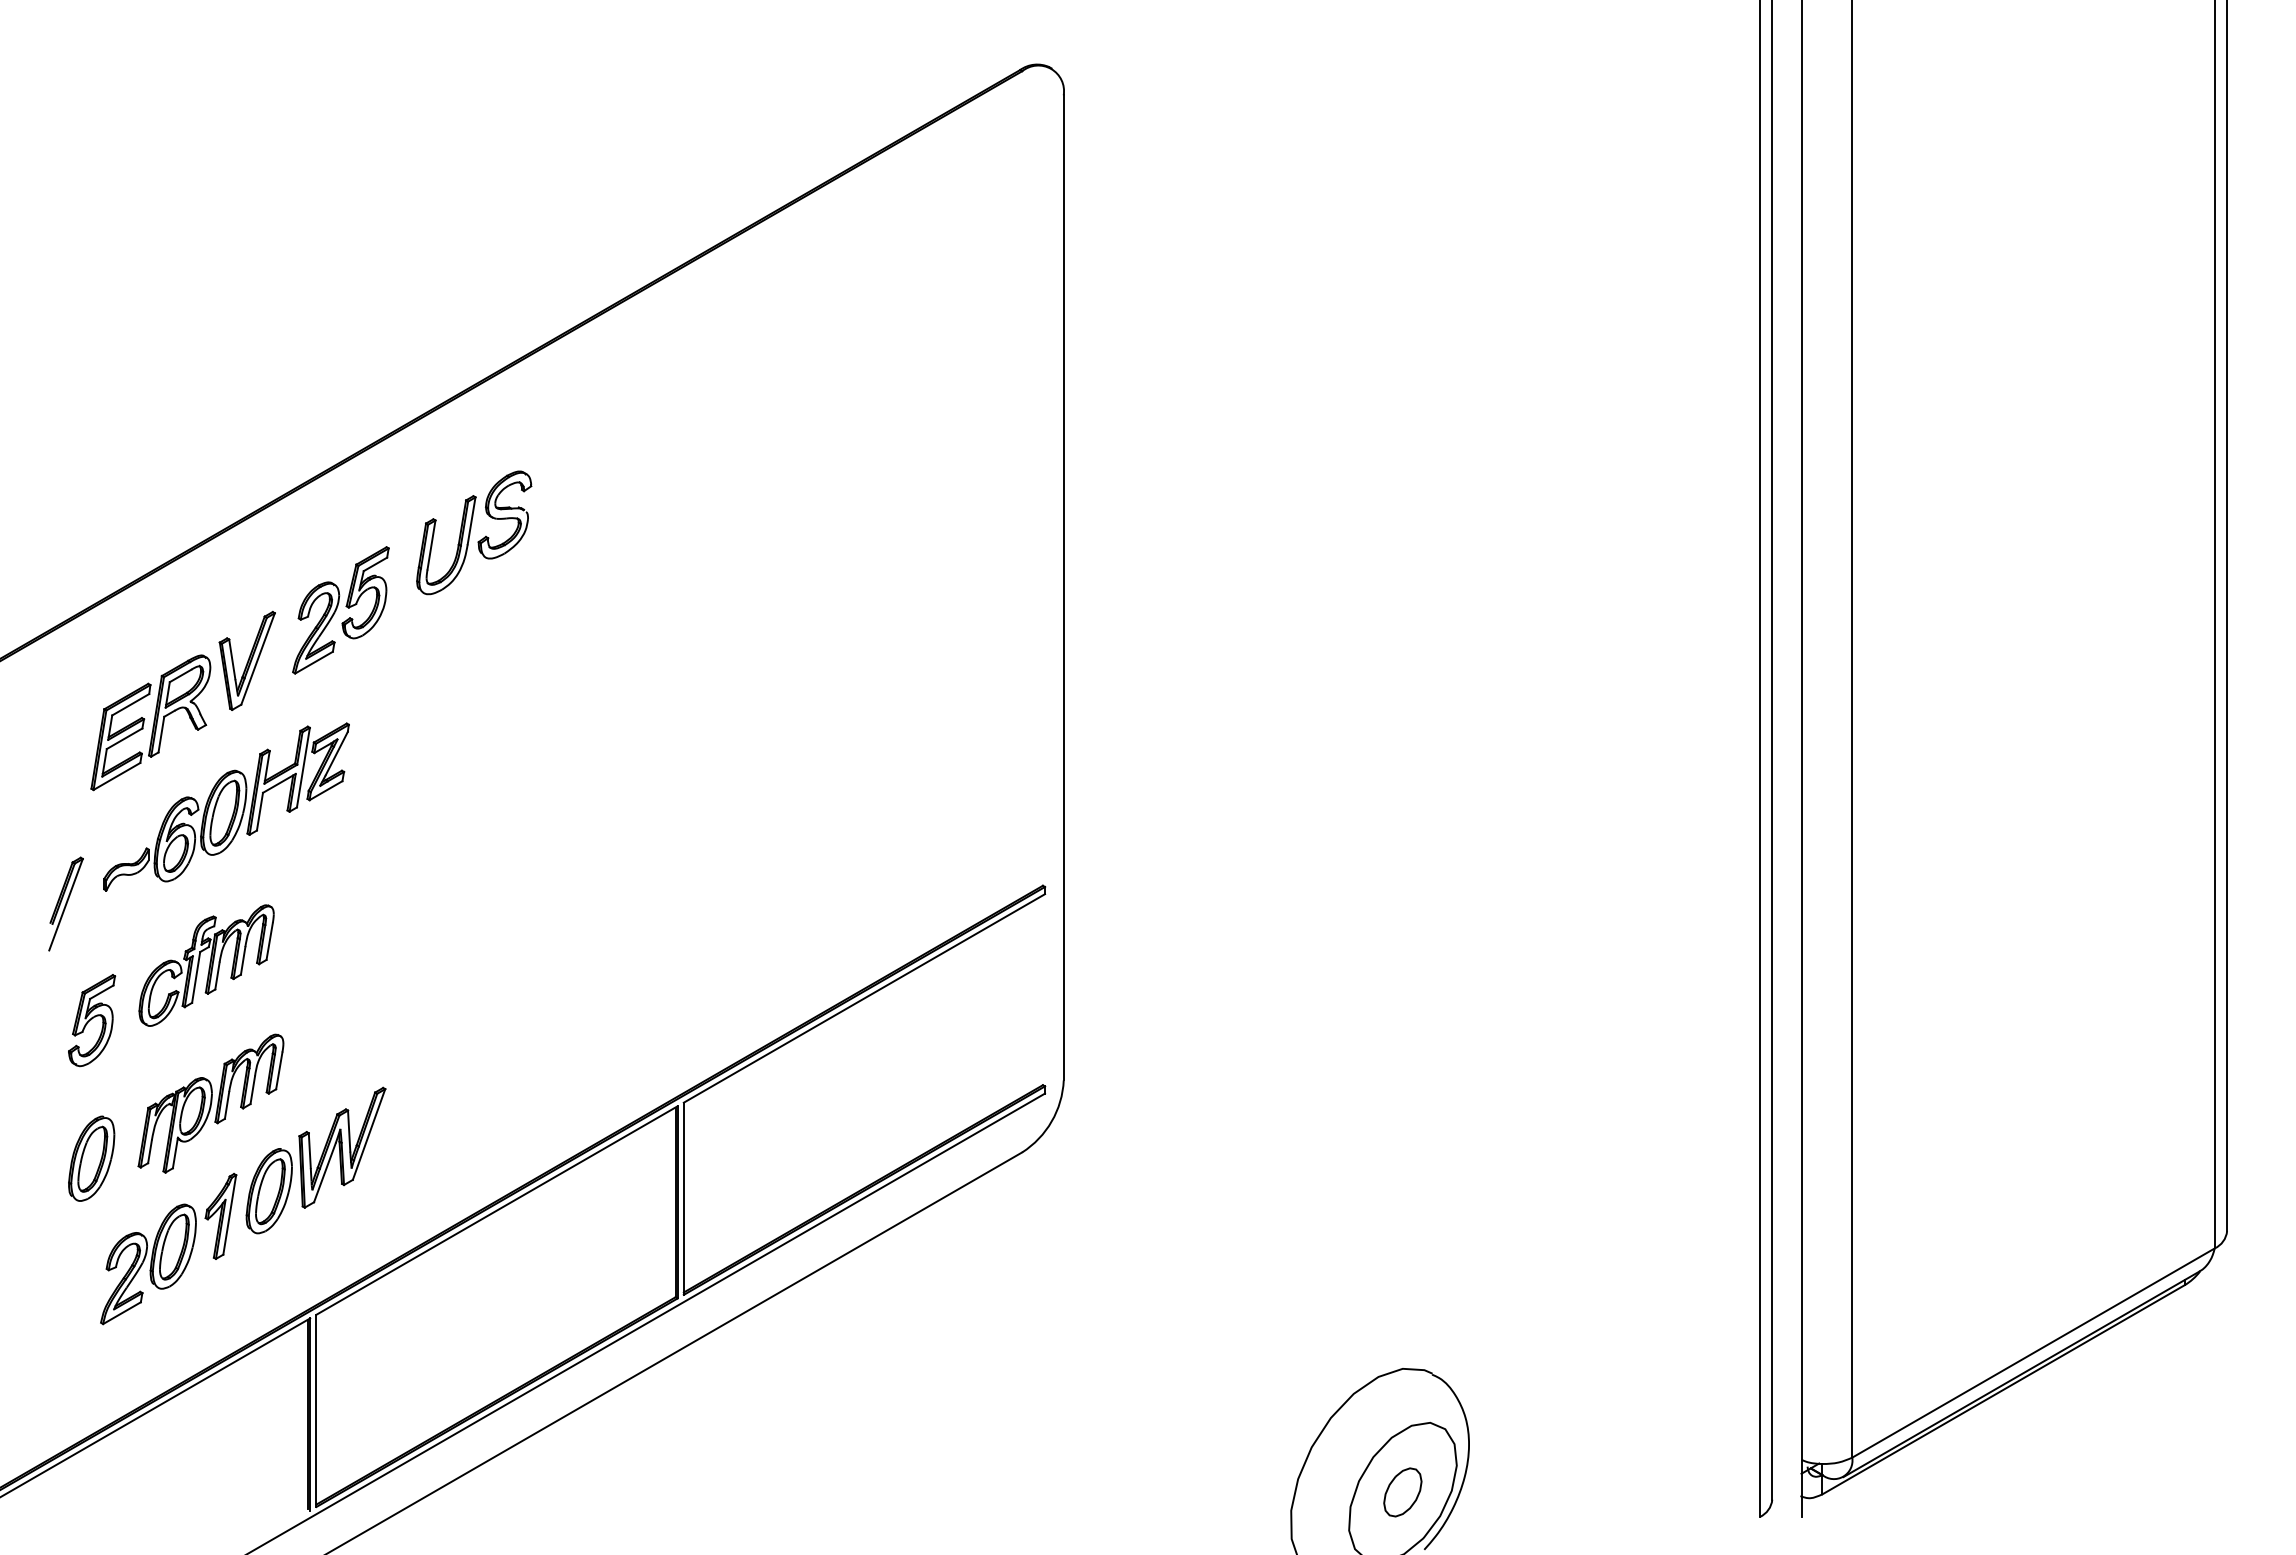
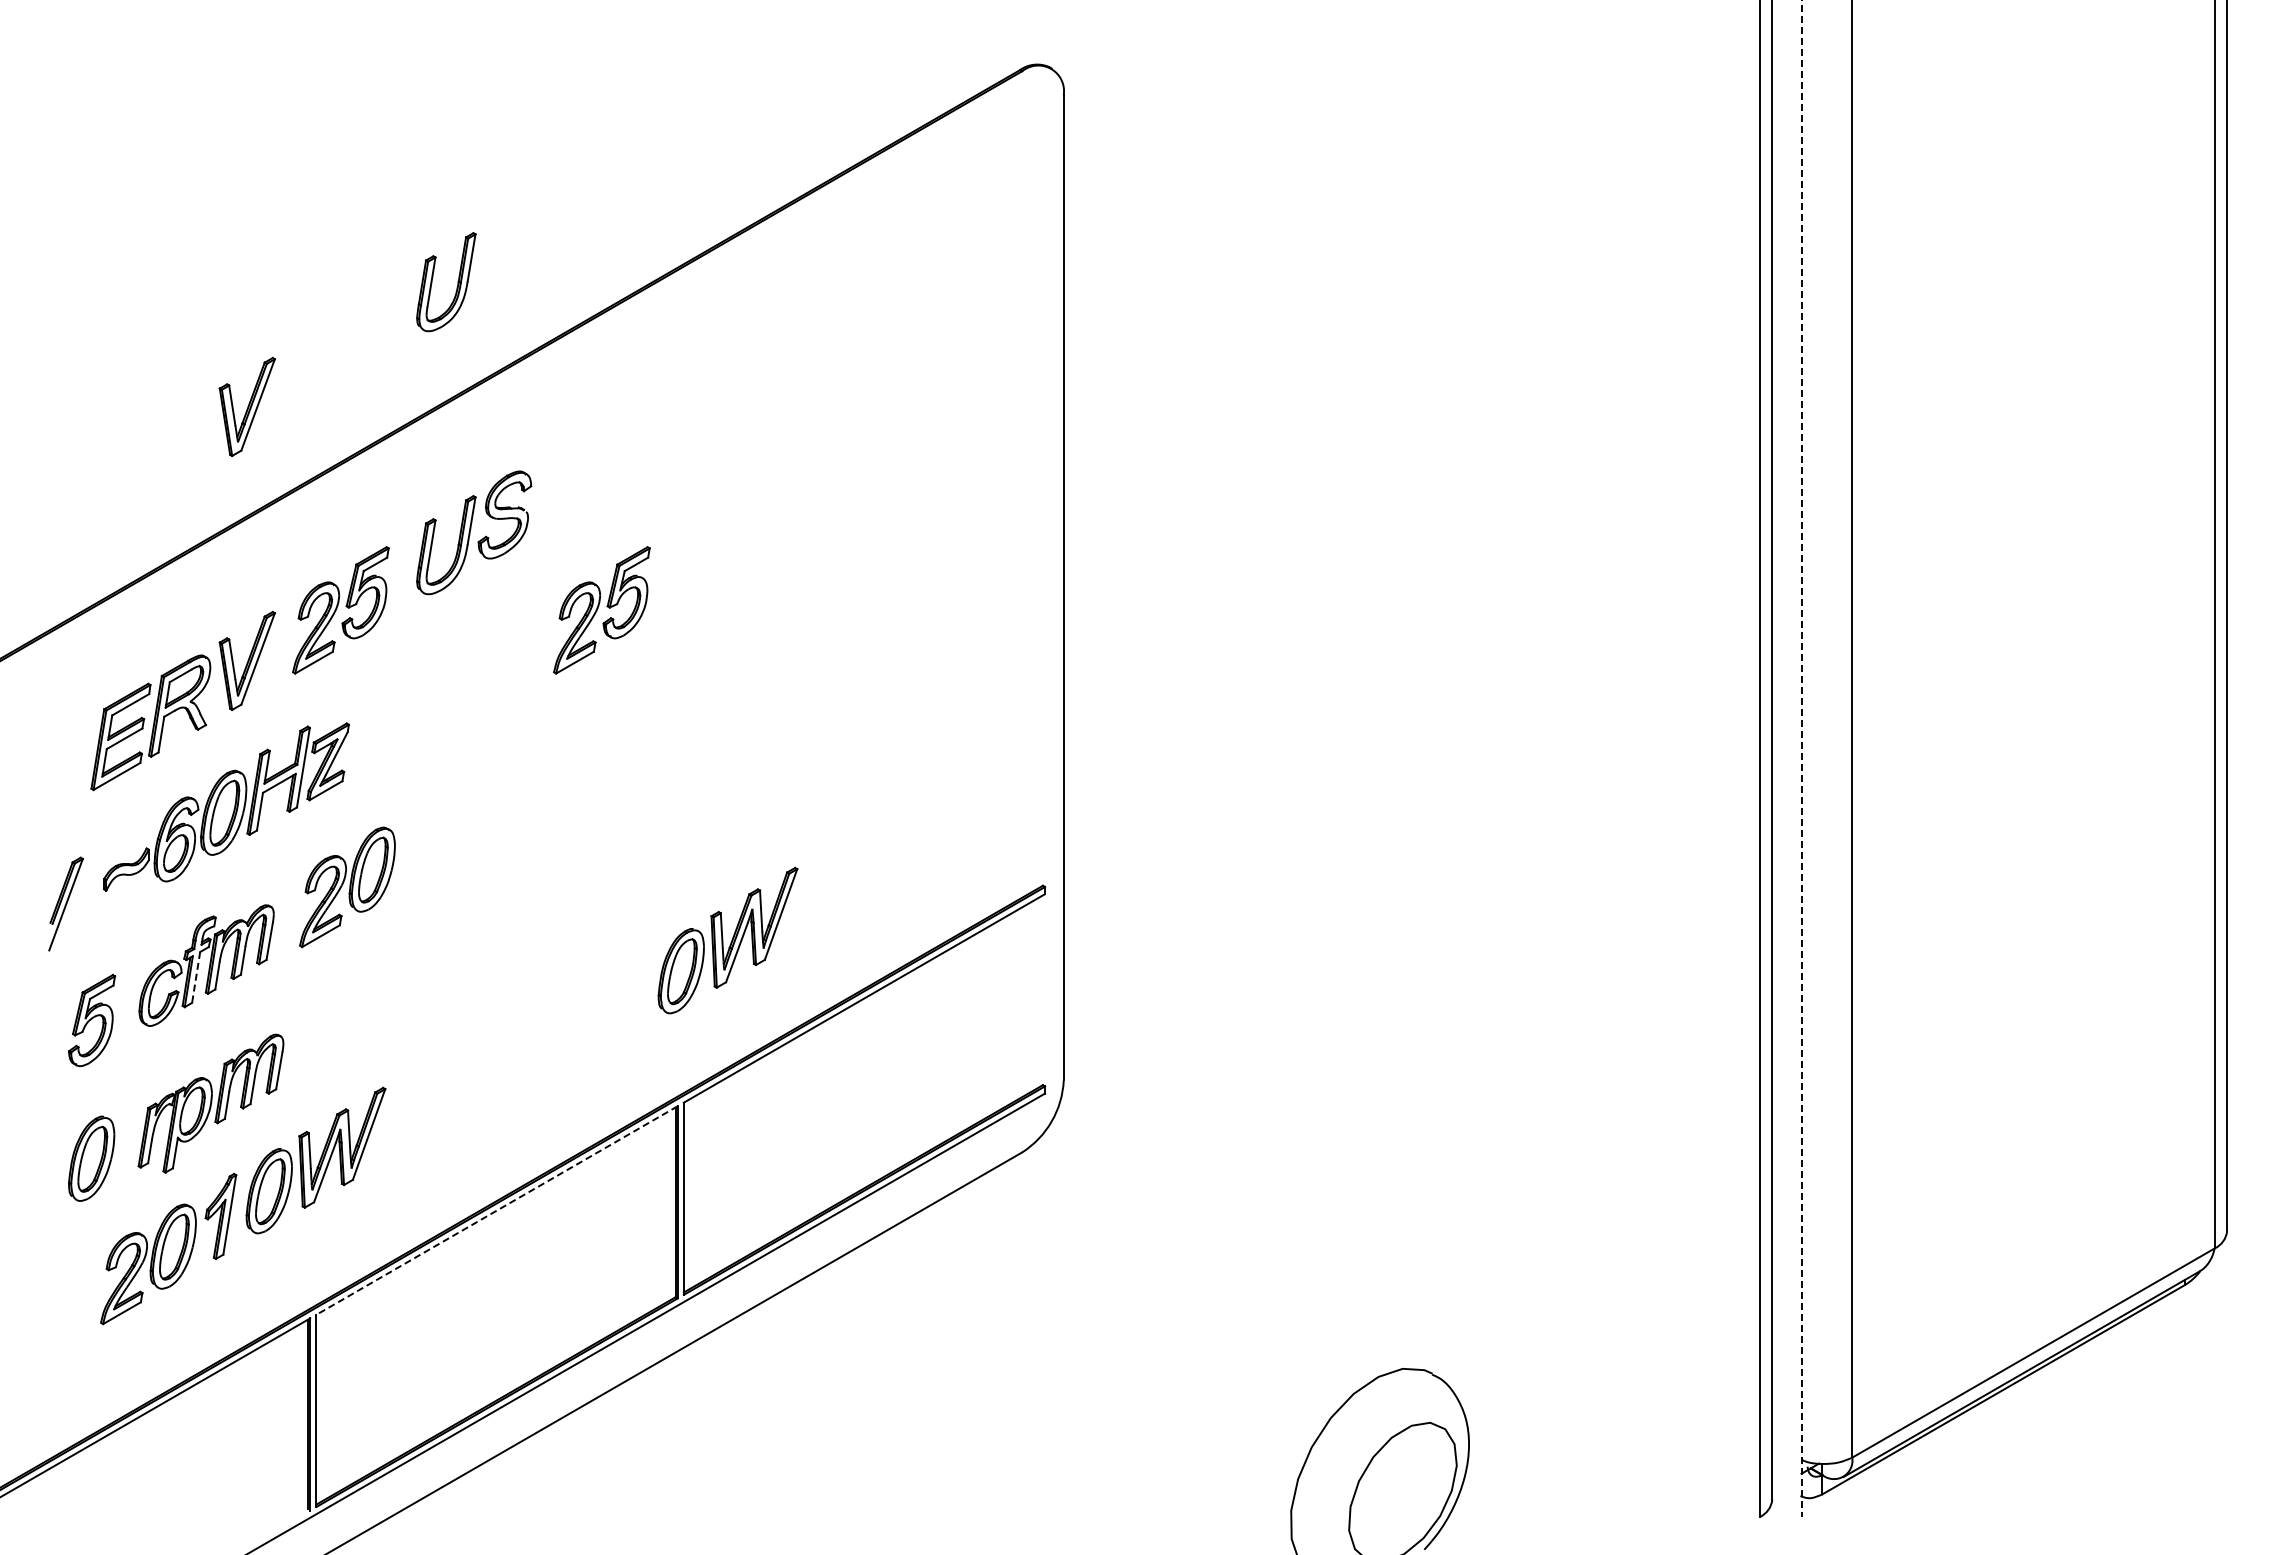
part at (457, 282): none -> present
part at (246, 406): none -> present
part at (601, 610): none -> present
line at (1801, 759): solid -> dashed
part at (347, 887): none -> present
part at (727, 940): none -> present
line at (196, 977): solid -> dashed
line at (497, 1210): solid -> dashed
part at (1402, 1492): present -> none
